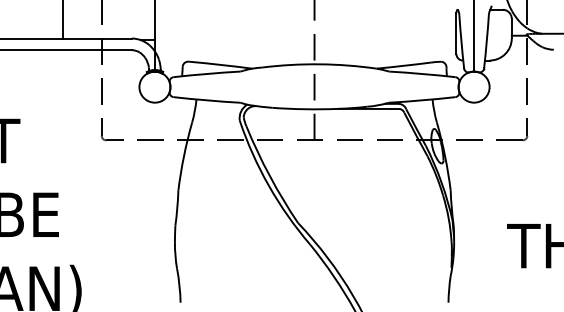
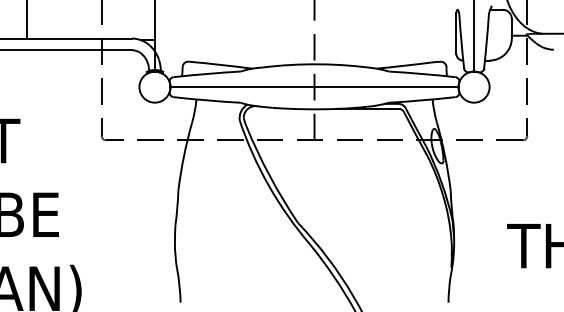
line at (63, 20) position: (63, 20) -> (27, 20)
line at (314, 87): none -> present
